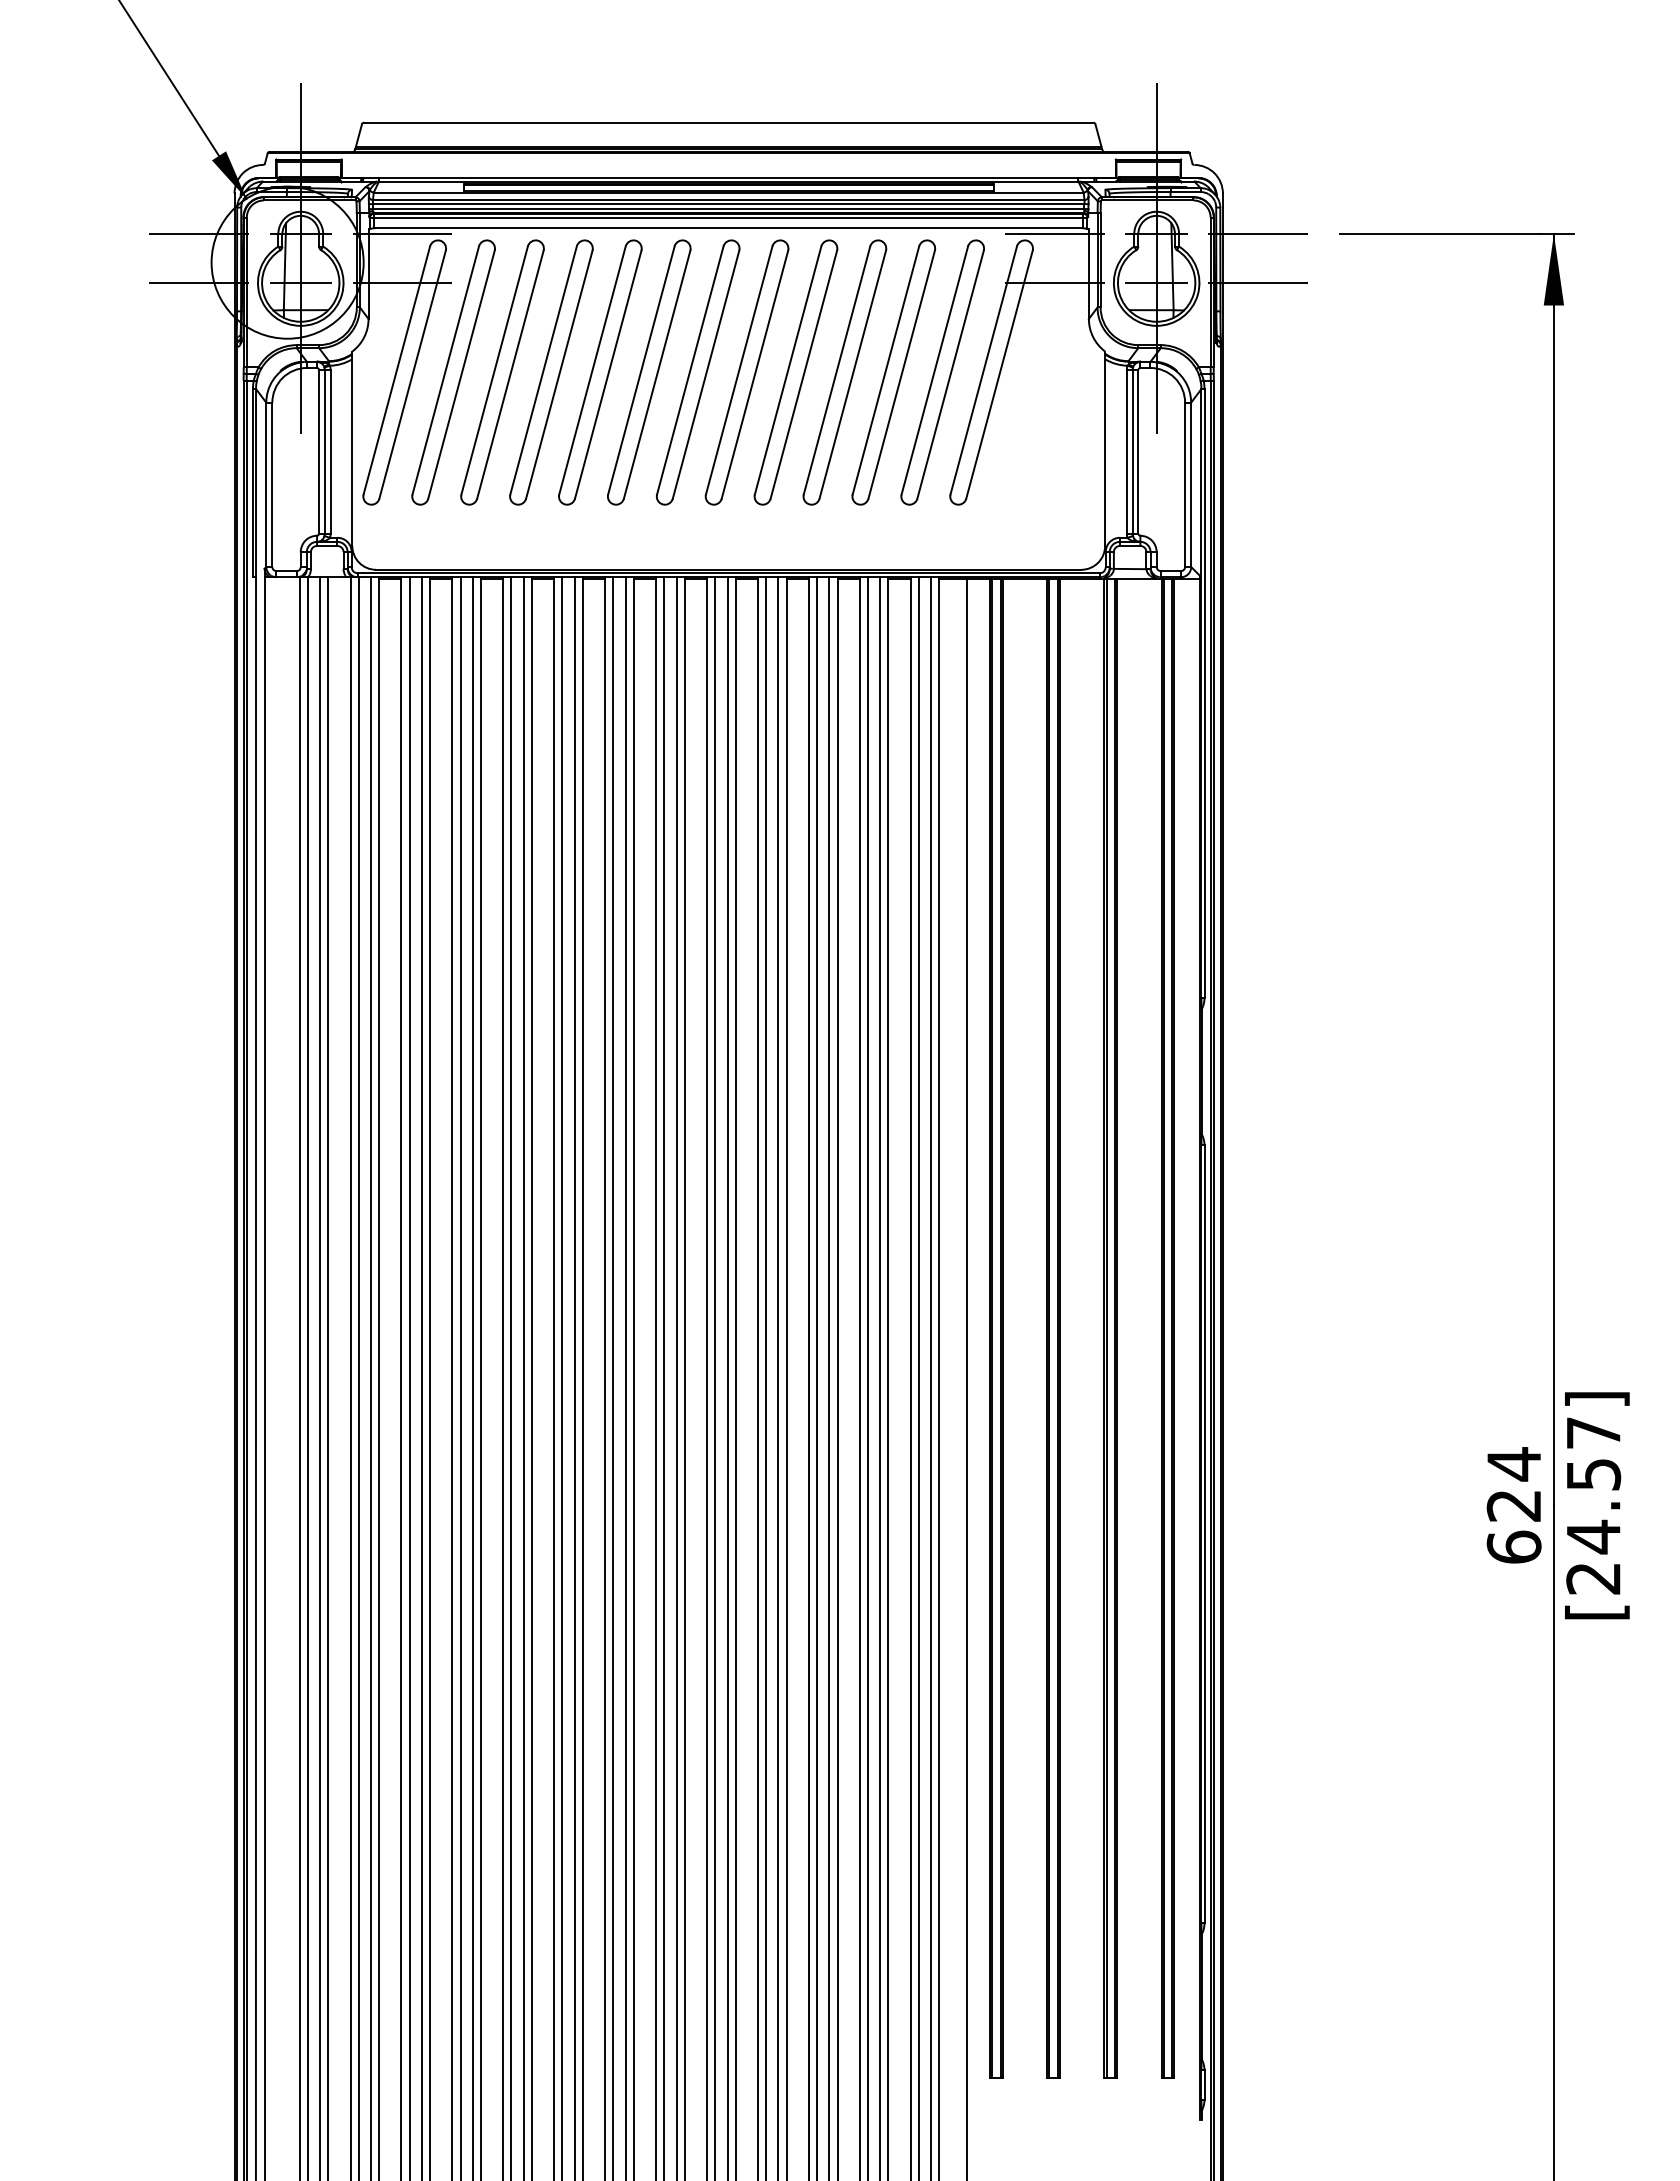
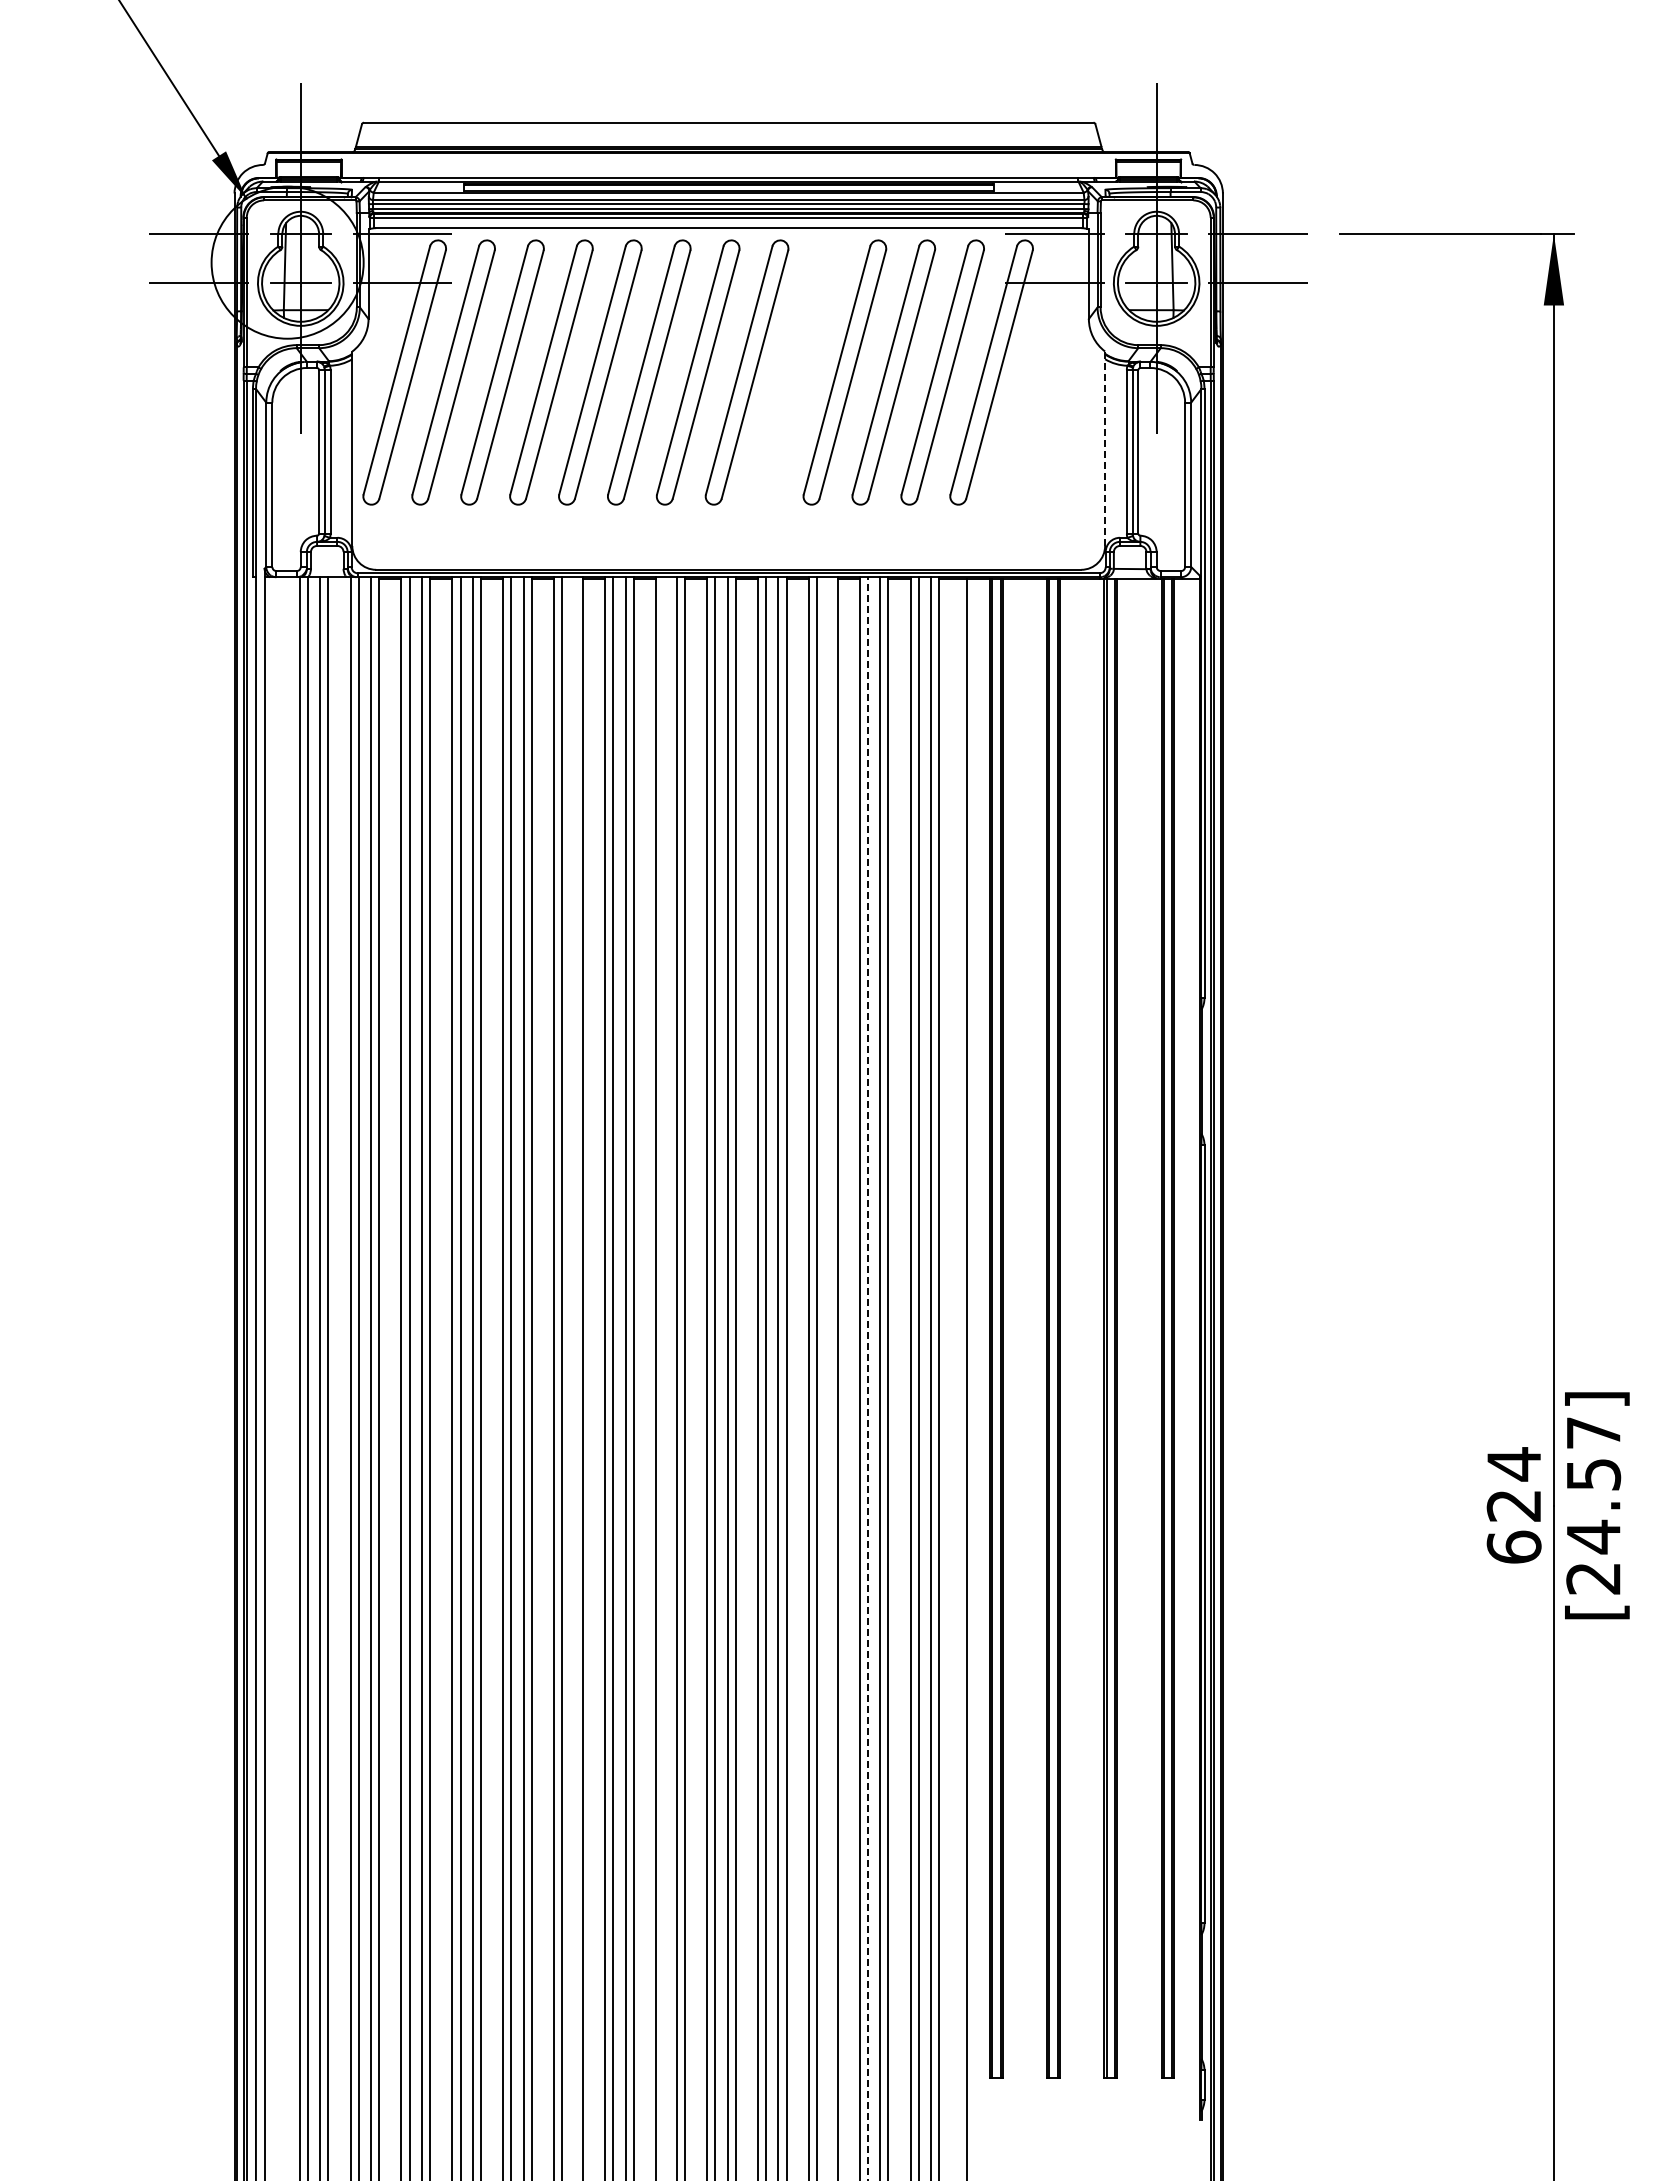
part at (795, 372): present -> none
line at (1105, 449): solid -> dashed
line at (574, 1377): present -> none
line at (664, 1377): present -> none
line at (829, 1377): present -> none
line at (868, 1378): solid -> dashed
